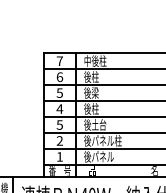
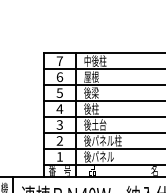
text at (91, 76): 後柱 -> 屋根
text at (59, 124): 5 -> 3
